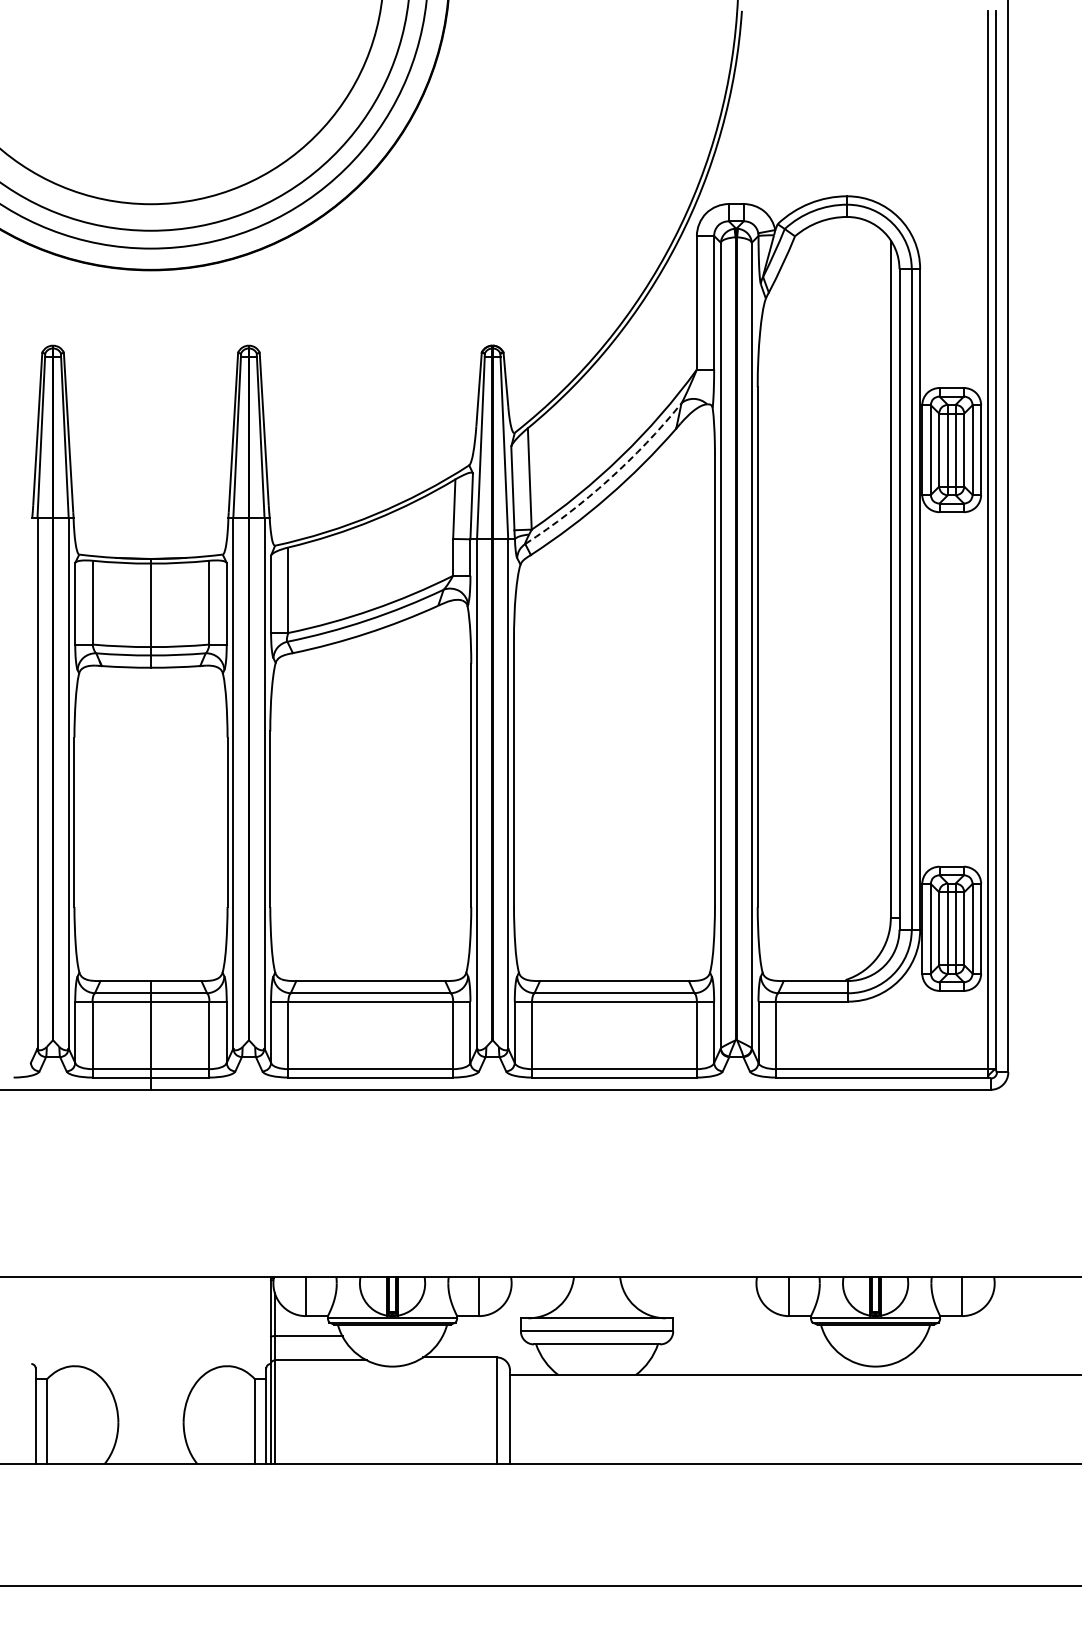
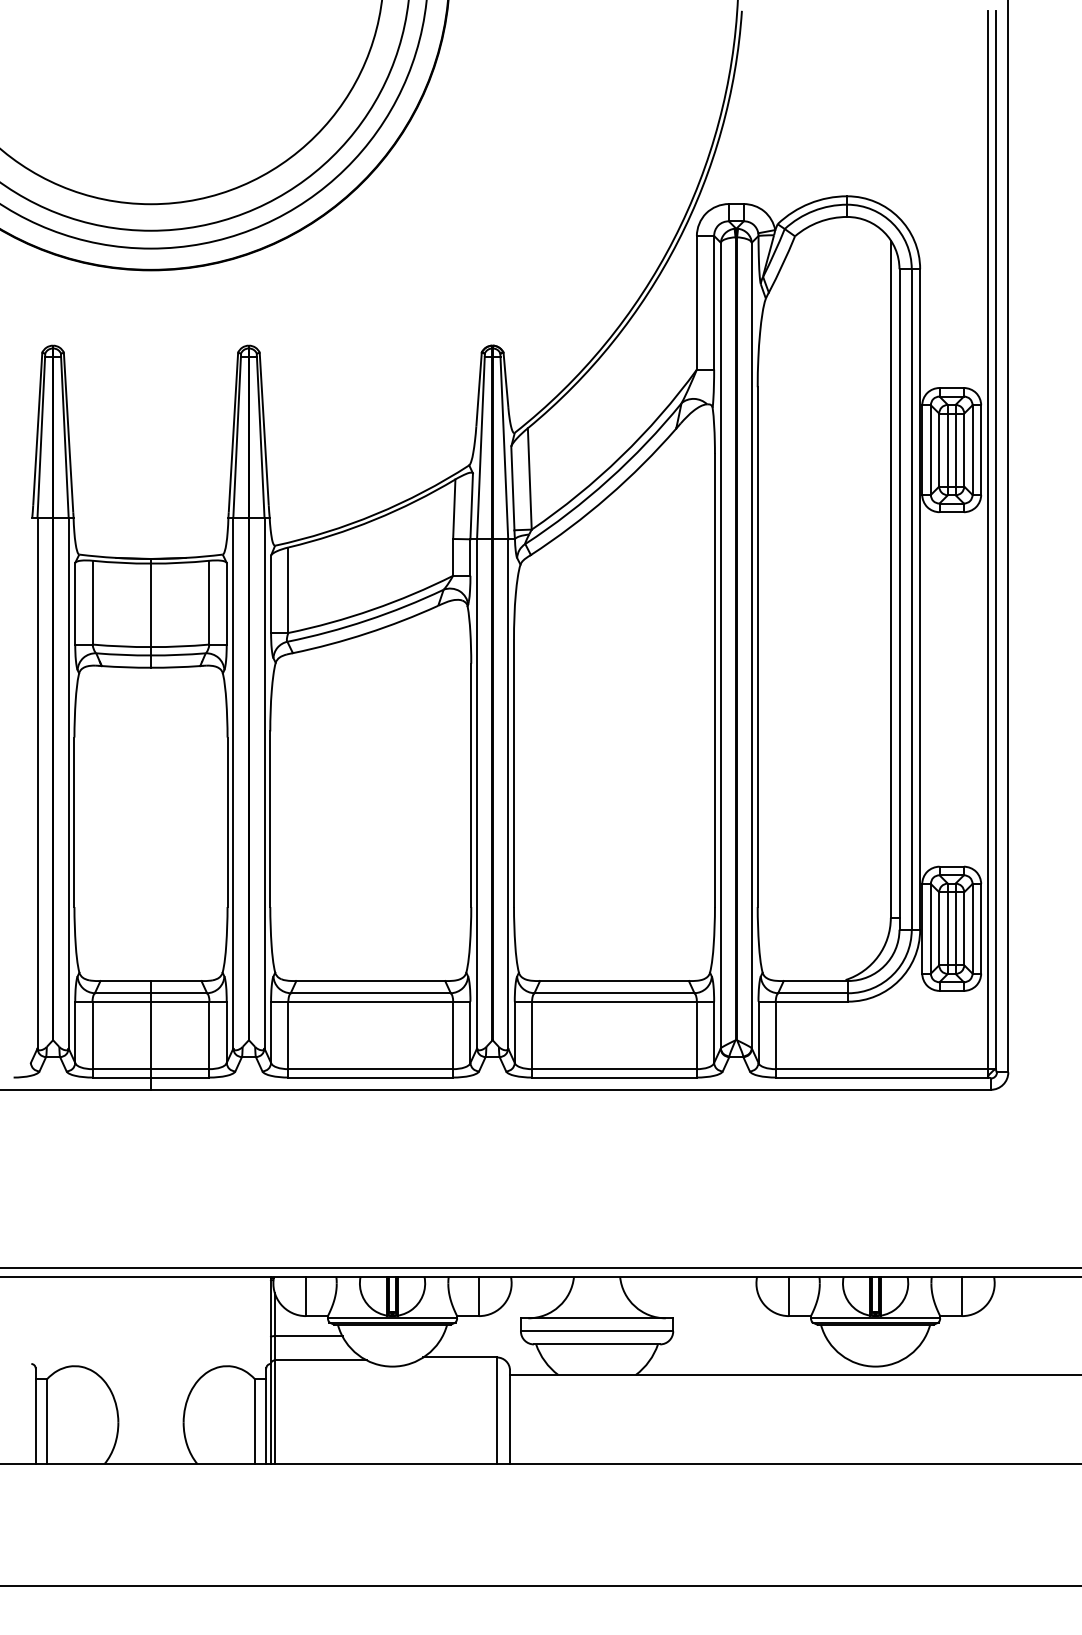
arc at (608, 479): dashed -> solid
line at (540, 1268): none -> present
